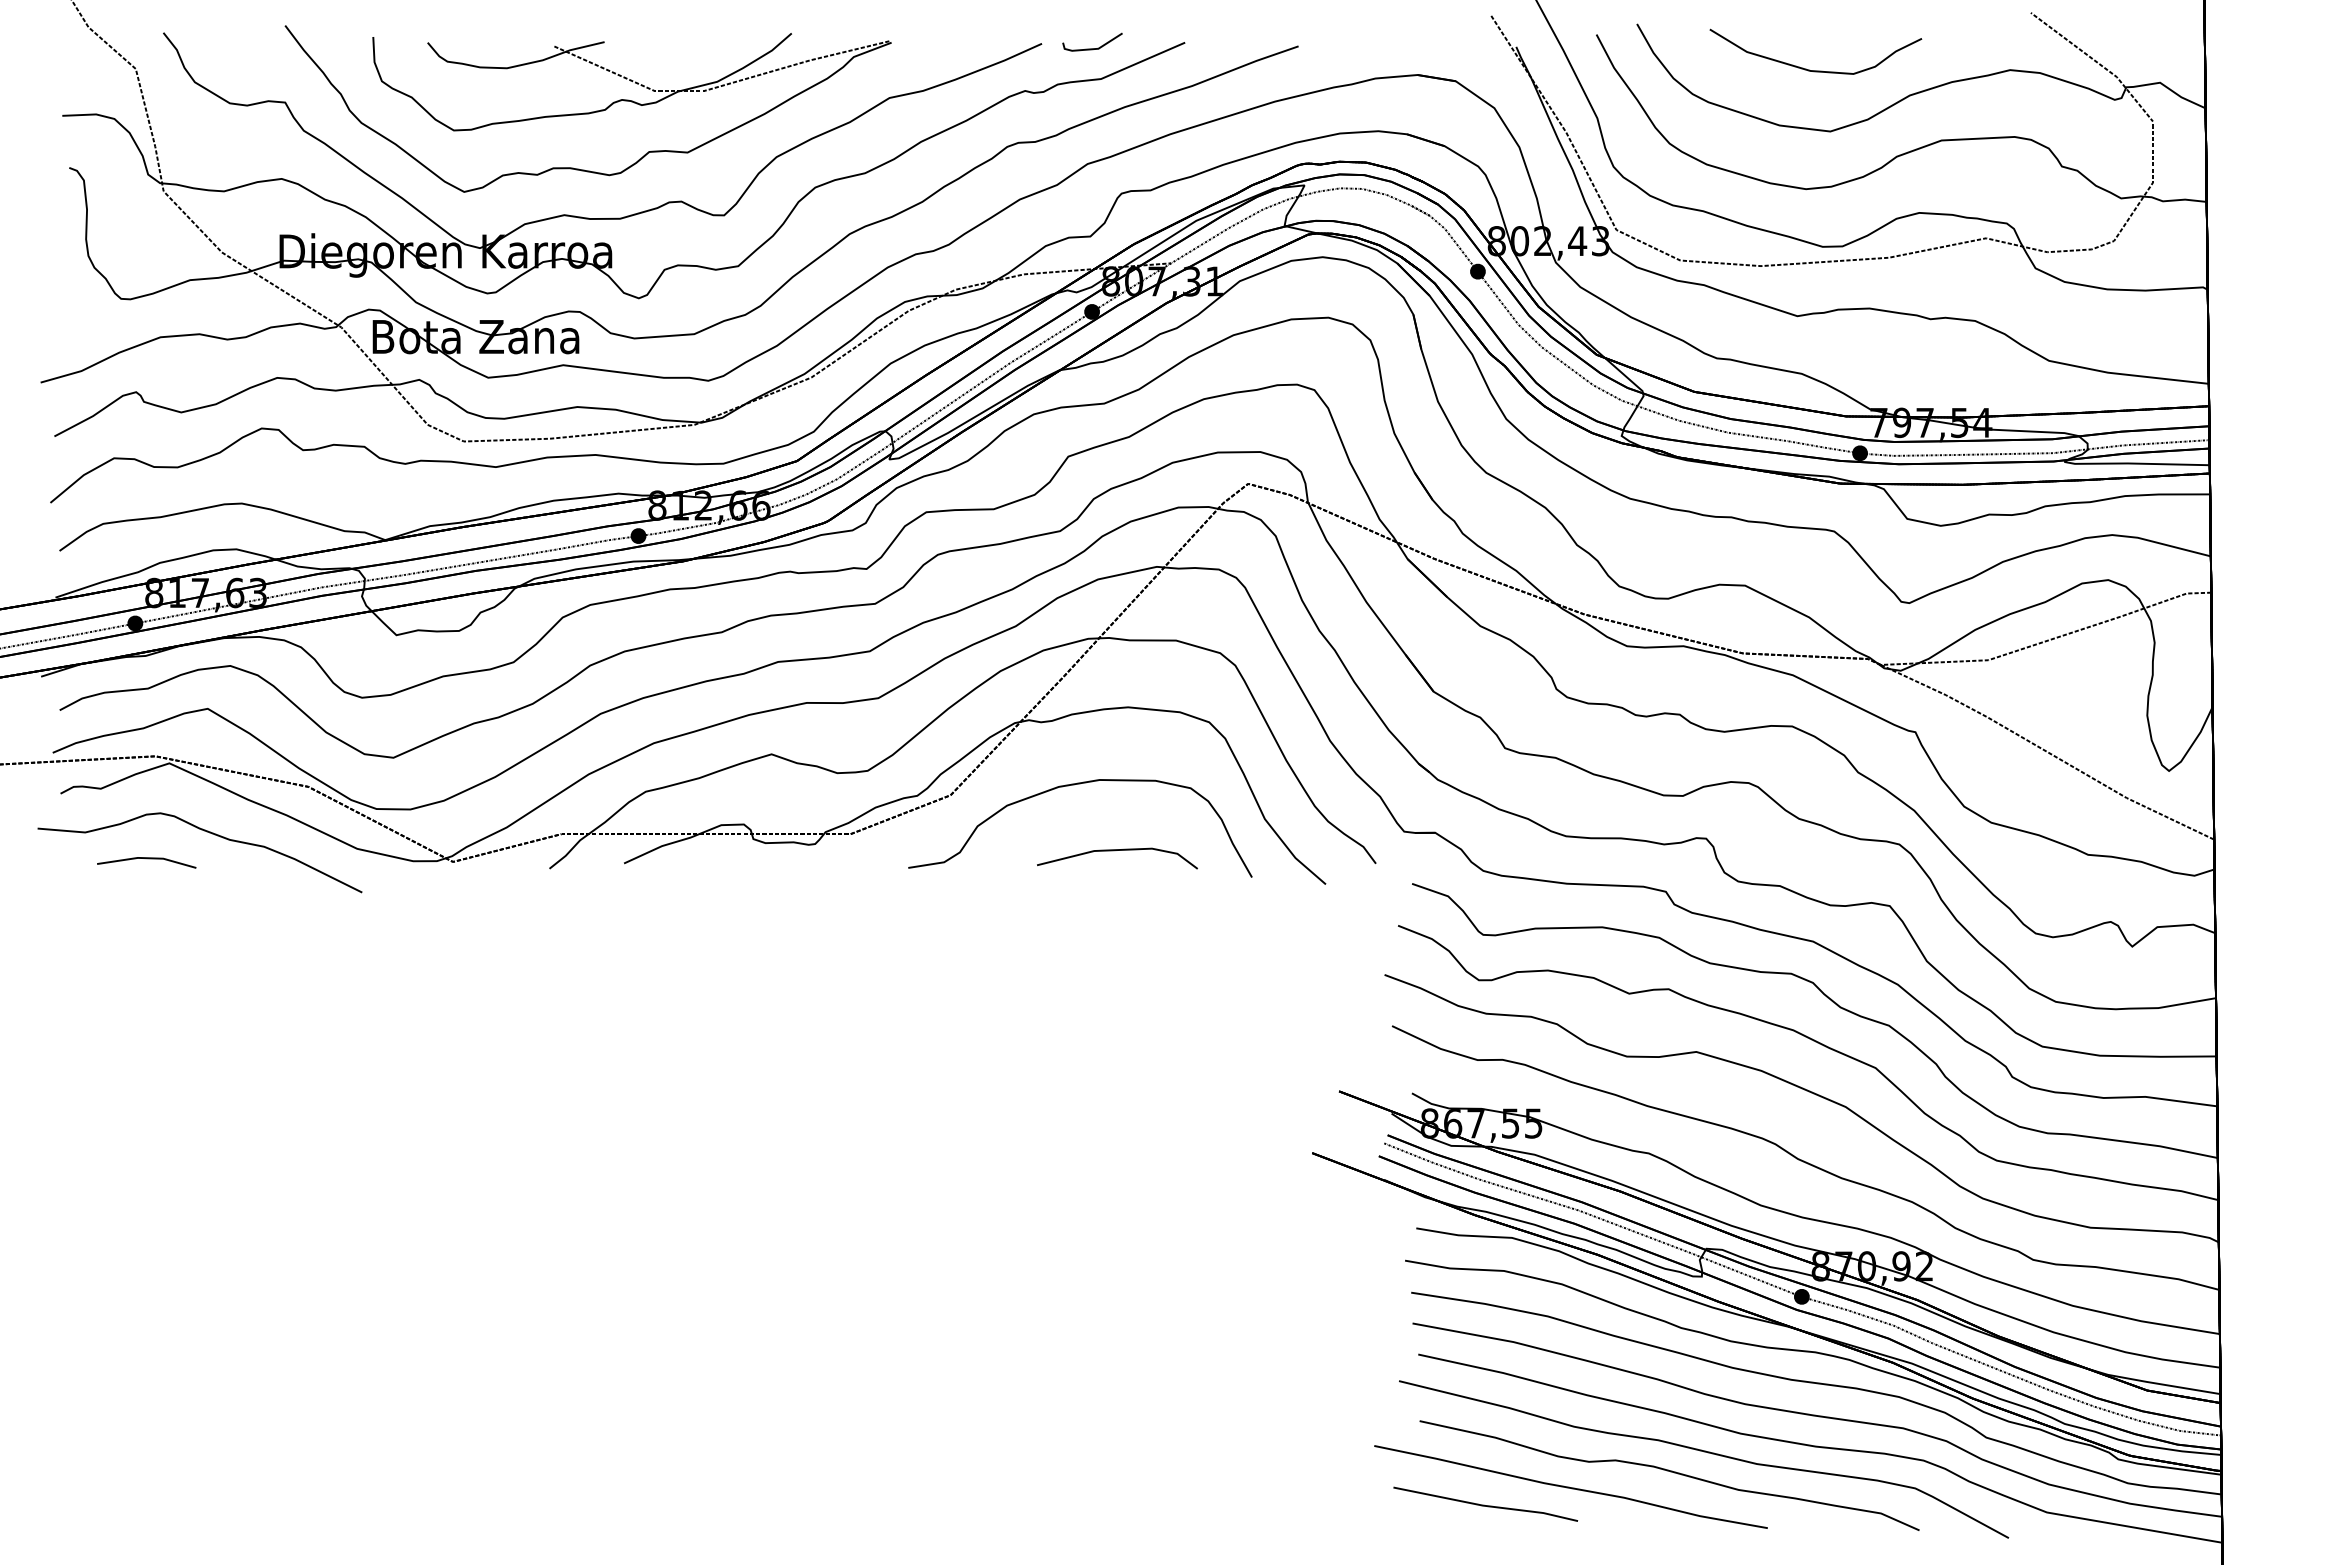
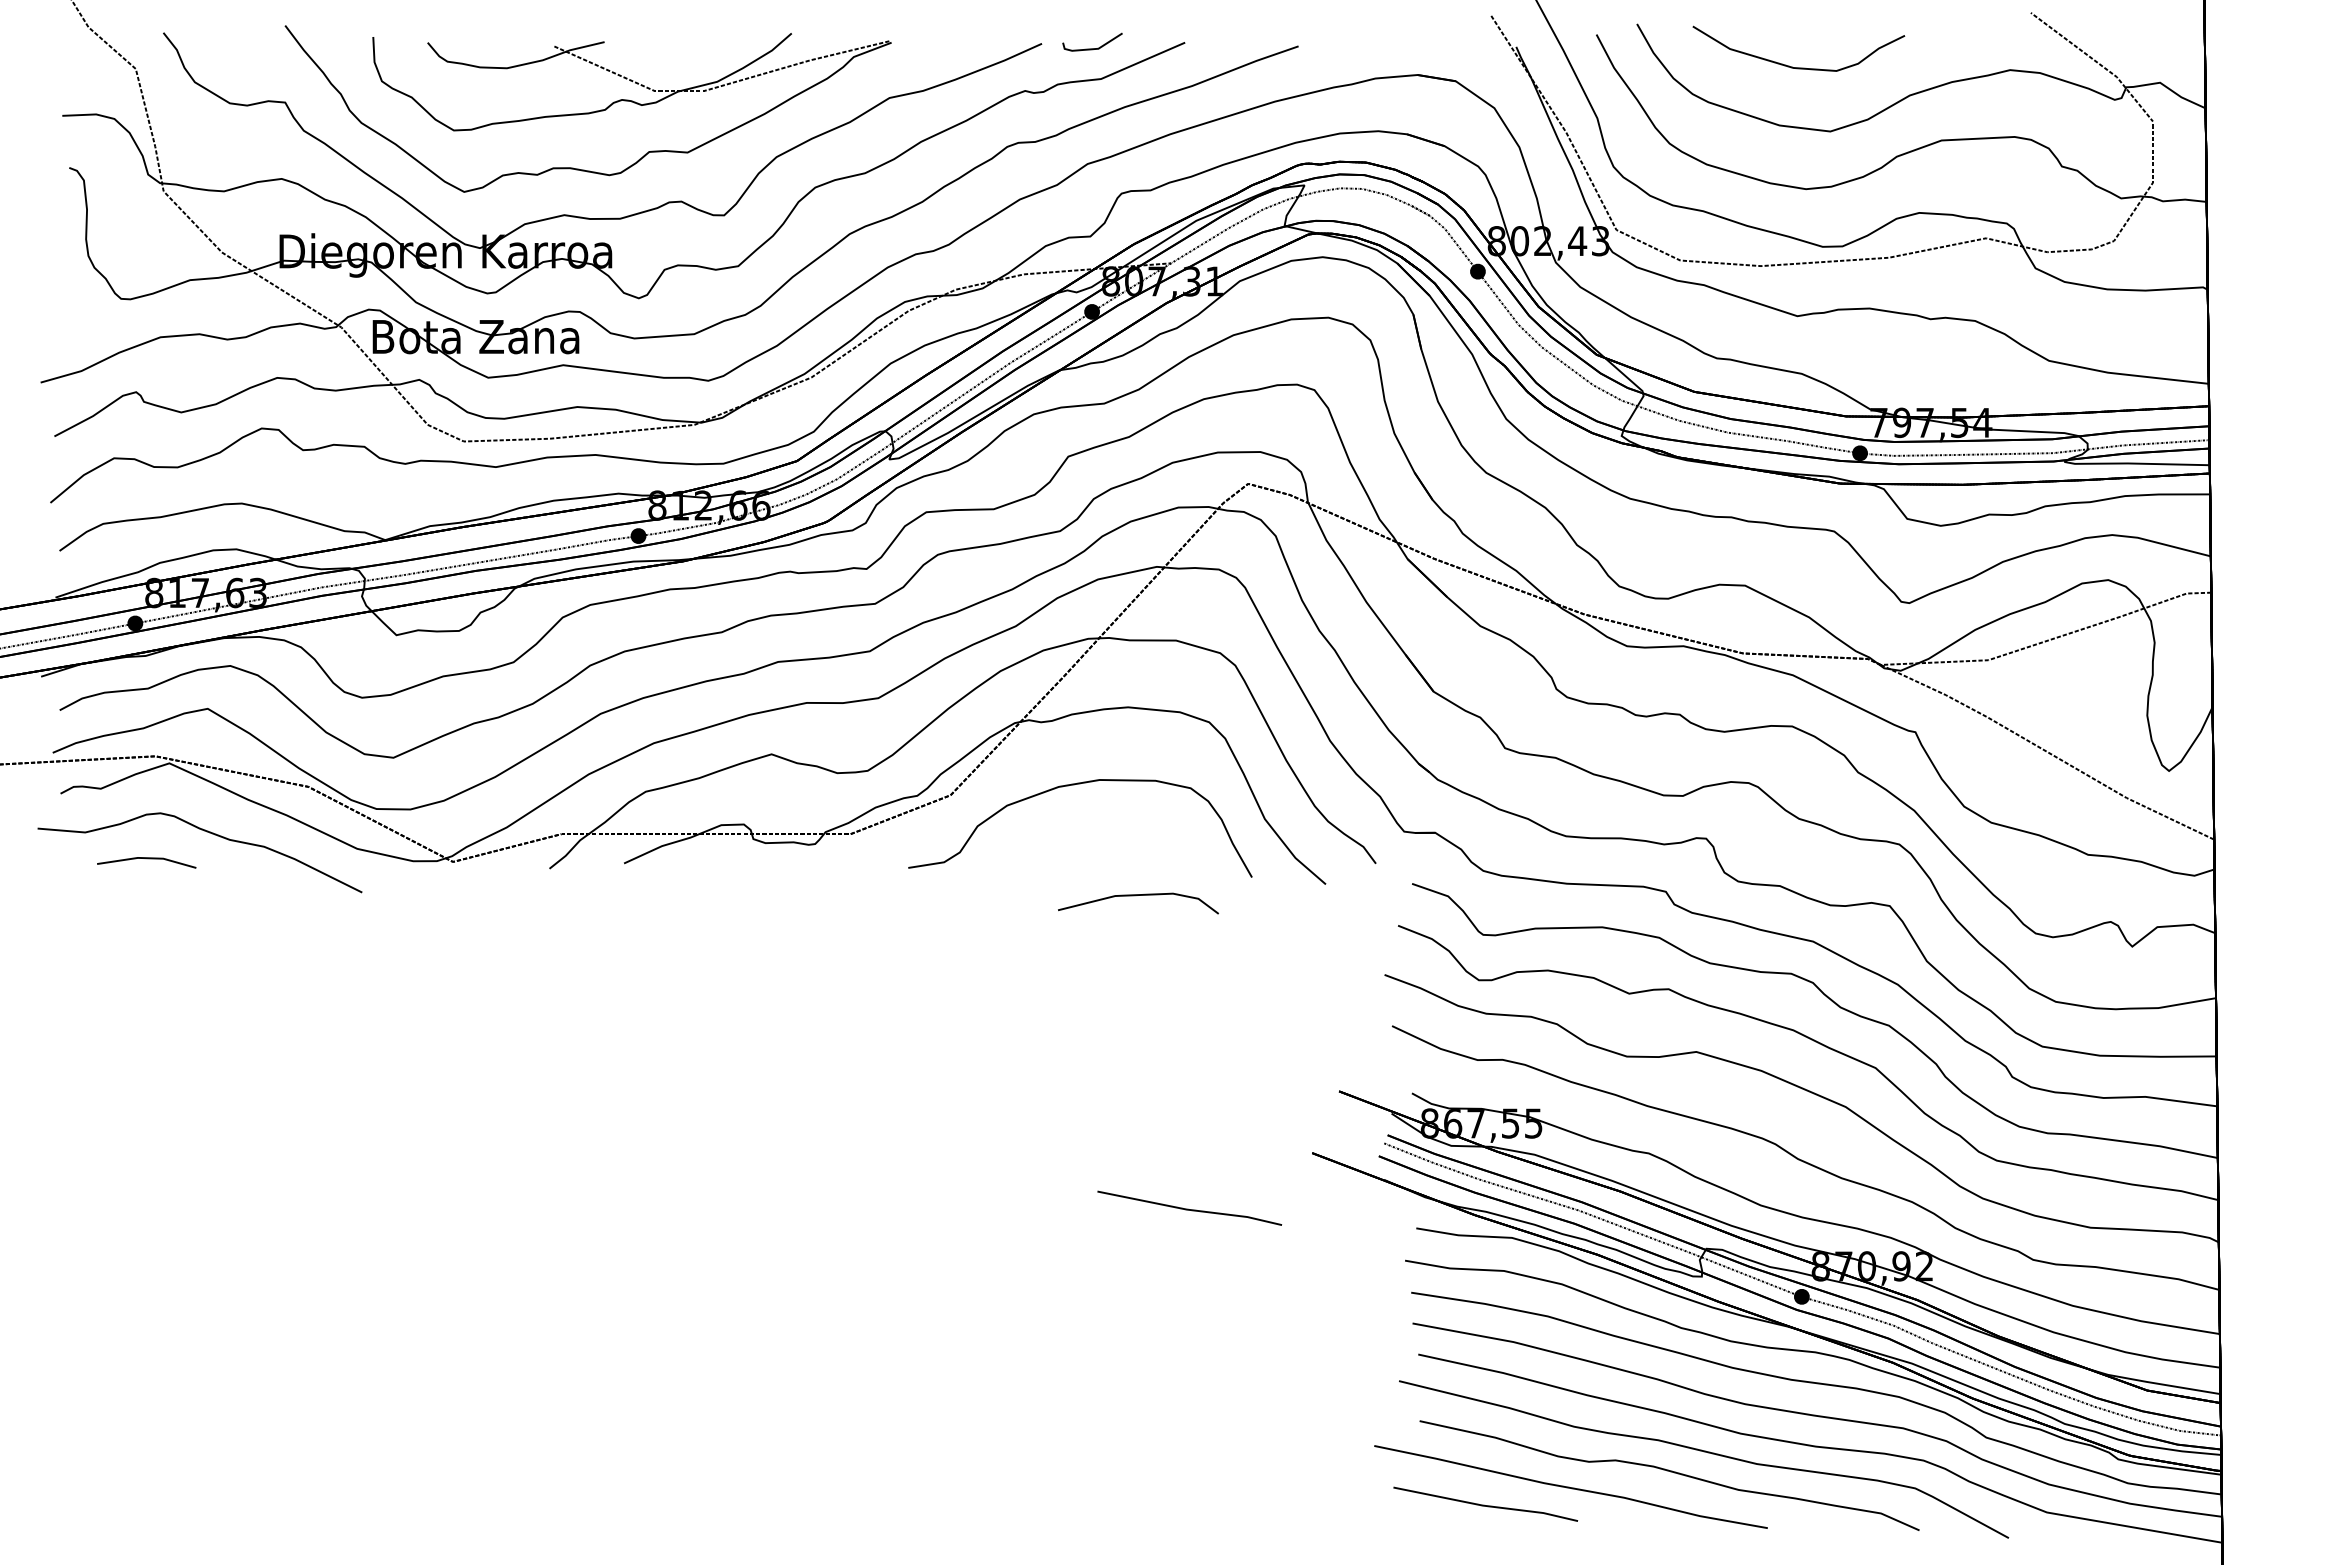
part at (1809, 69) position: (1809, 69) -> (1792, 66)
line at (1114, 851) position: (1114, 851) -> (1135, 896)
line at (1188, 1208): none -> present
